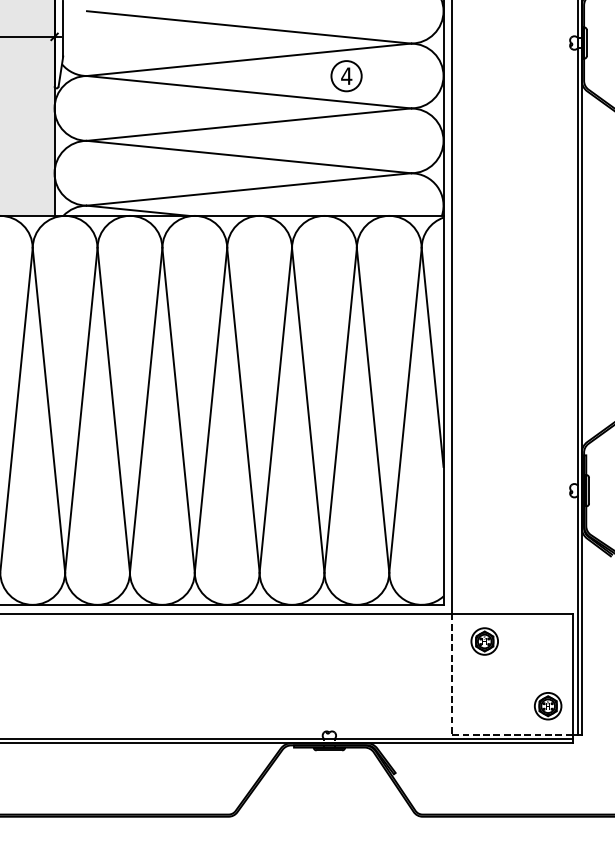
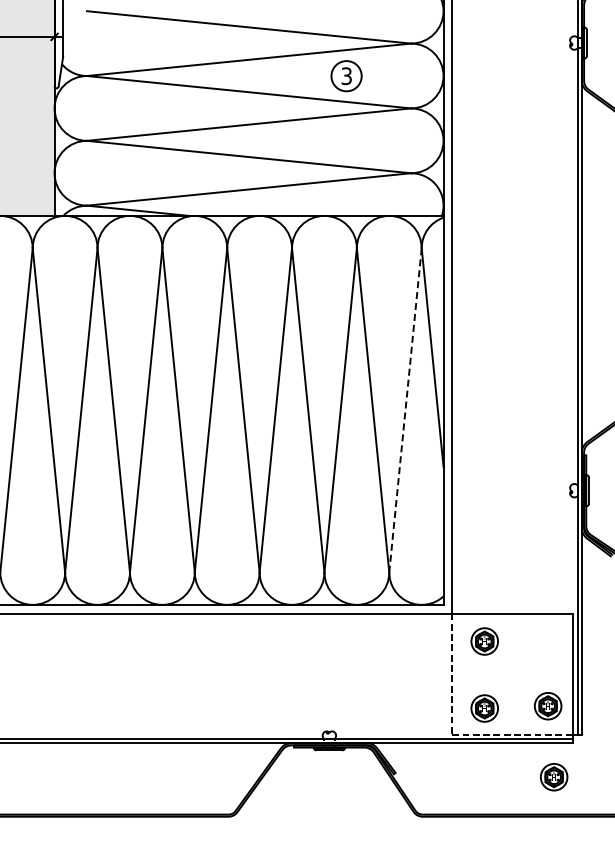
text at (346, 76): 4 -> 3
line at (405, 410): solid -> dashed
part at (484, 708): none -> present
part at (554, 777): none -> present
